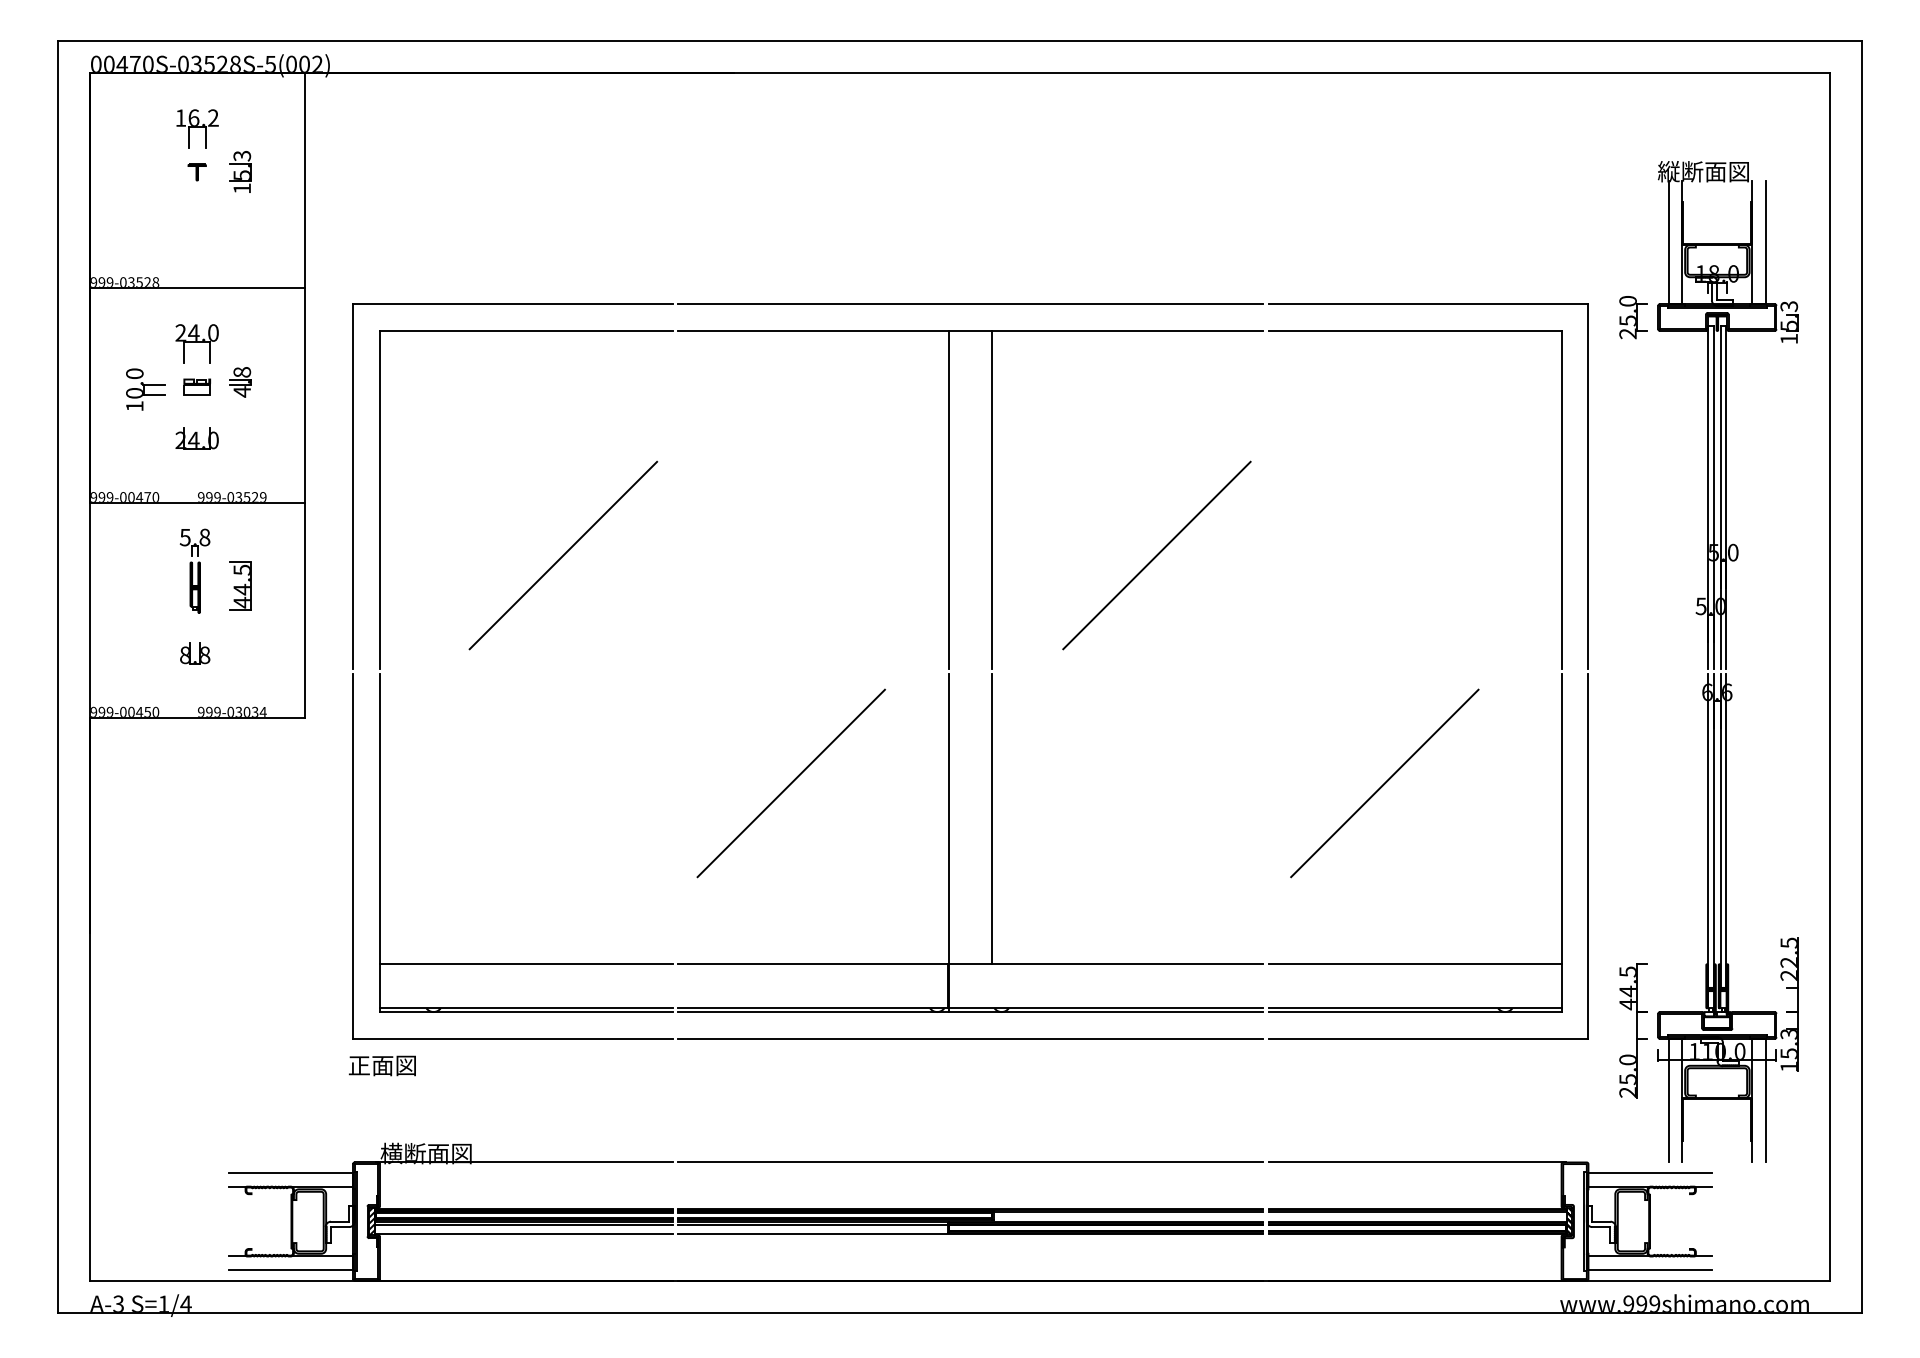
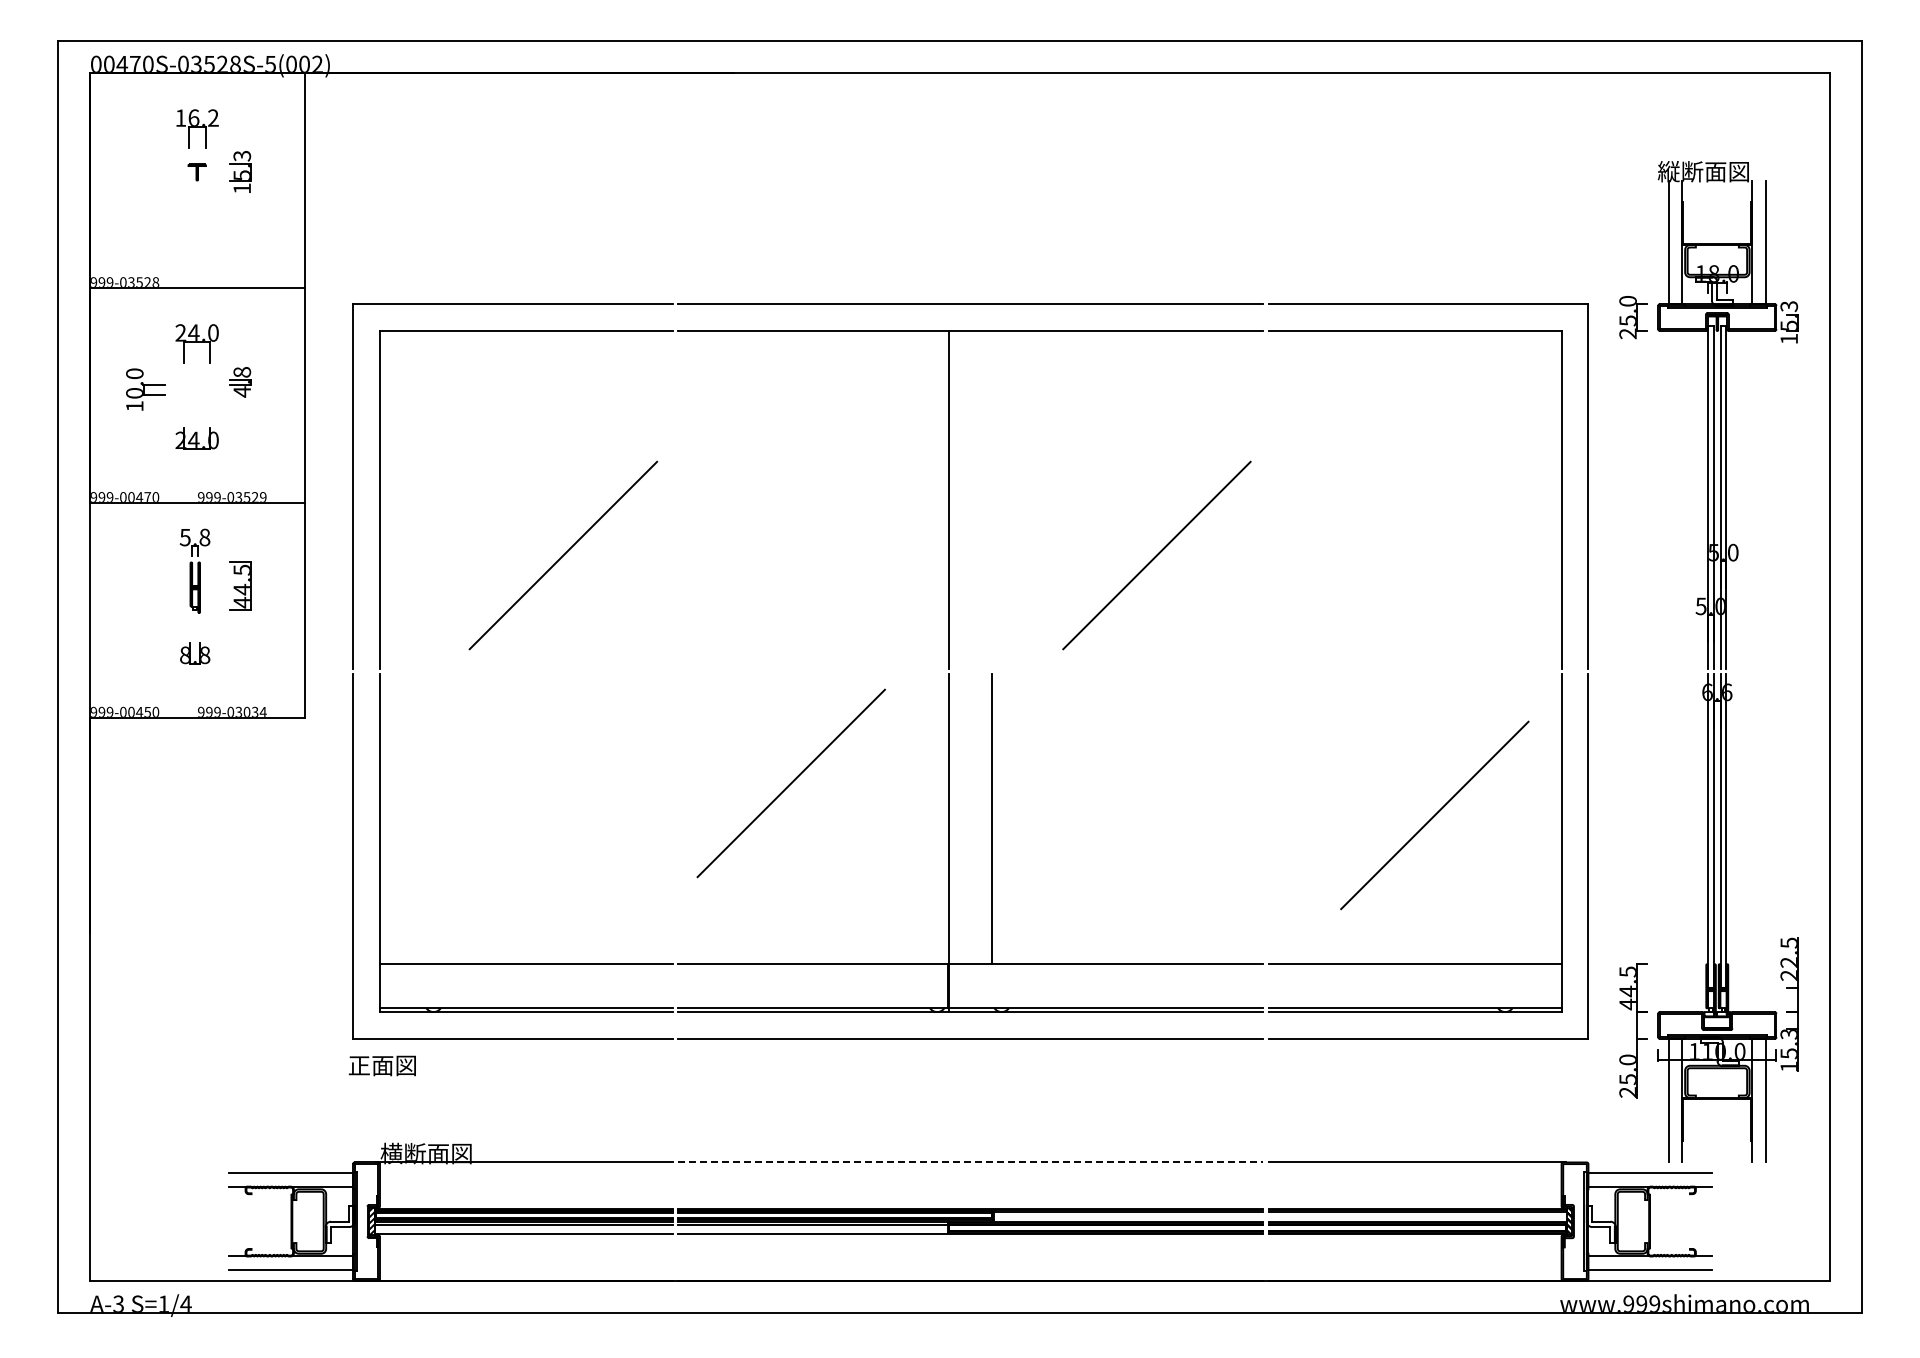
part at (196, 386): present -> none
line at (992, 499): present -> none
line at (1384, 783) position: (1384, 783) -> (1434, 815)
line at (970, 1162): solid -> dashed
